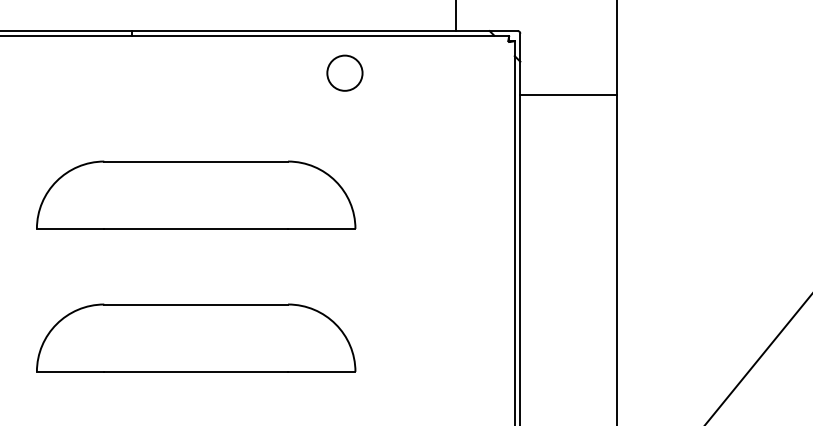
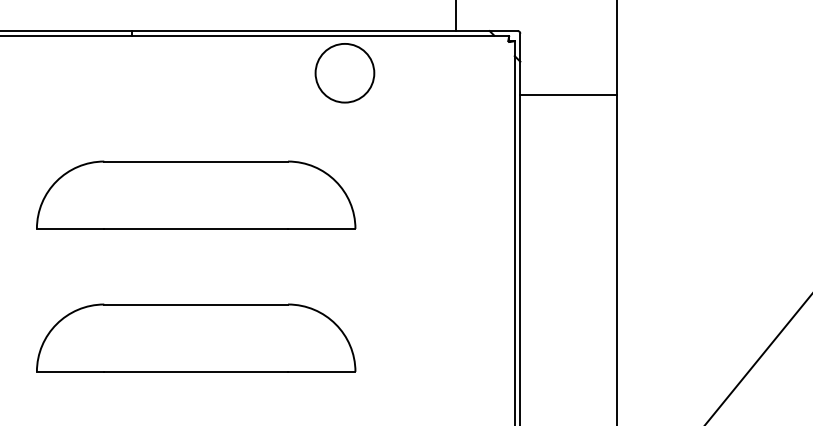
circle at (344, 72) diameter: 35 px -> 59 px
